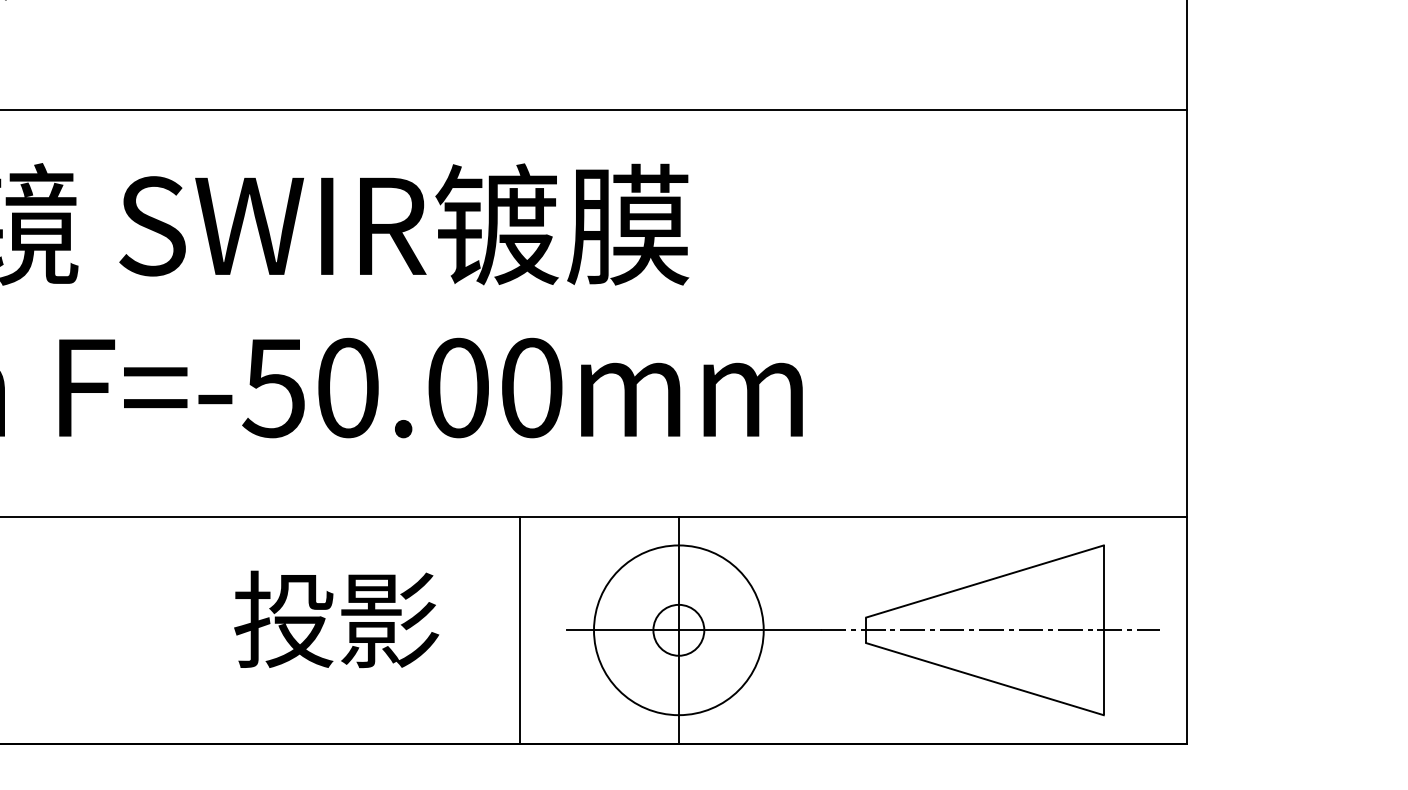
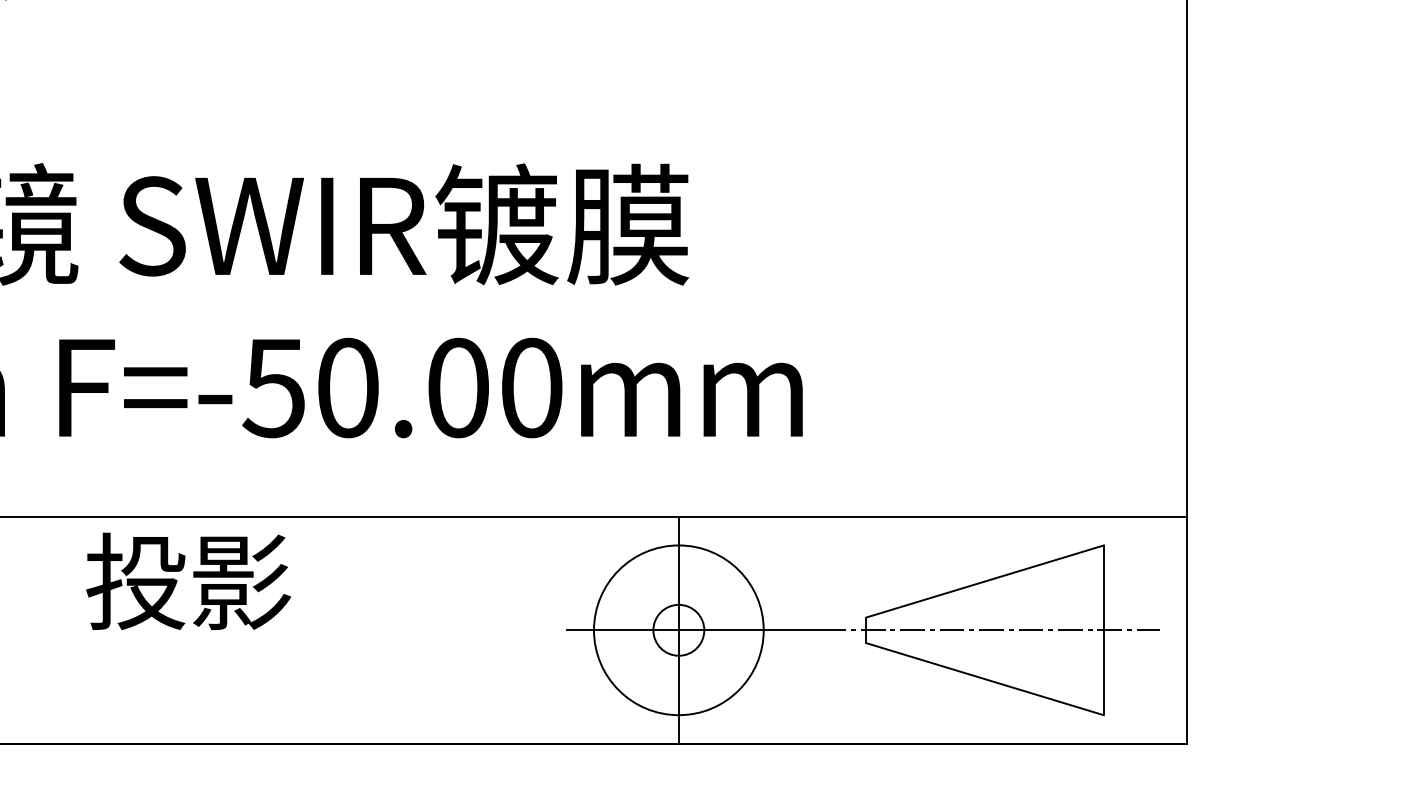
line at (594, 109): present -> none
text at (336, 619) position: (336, 619) -> (188, 581)
line at (519, 630): present -> none
